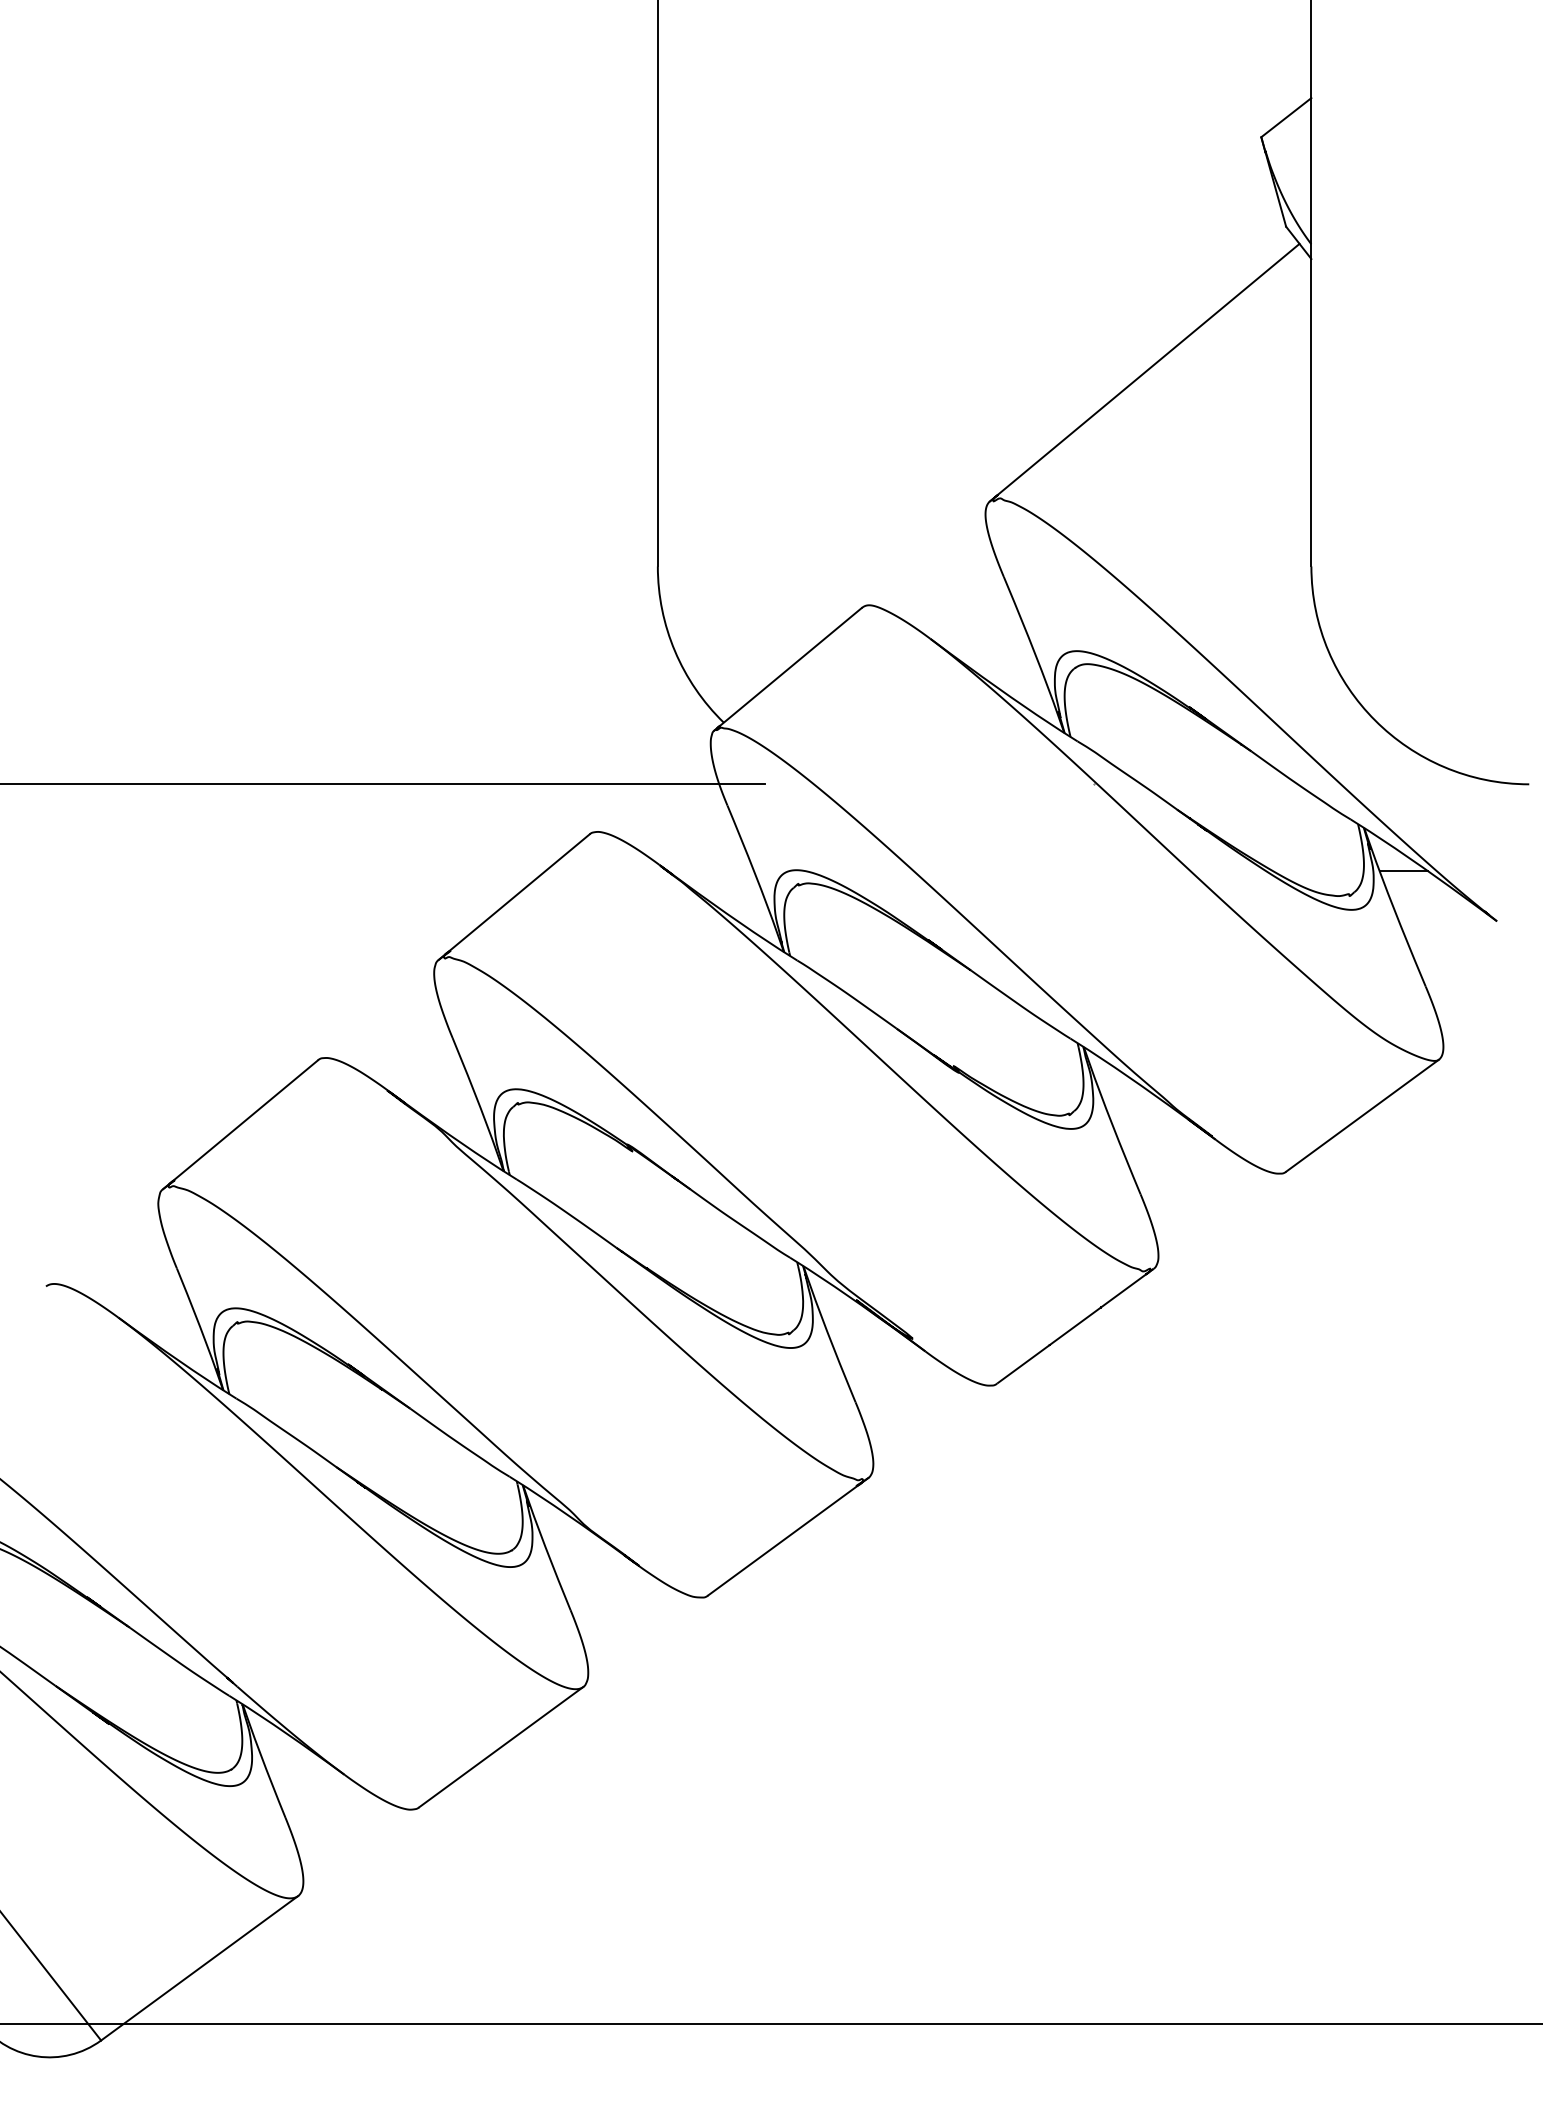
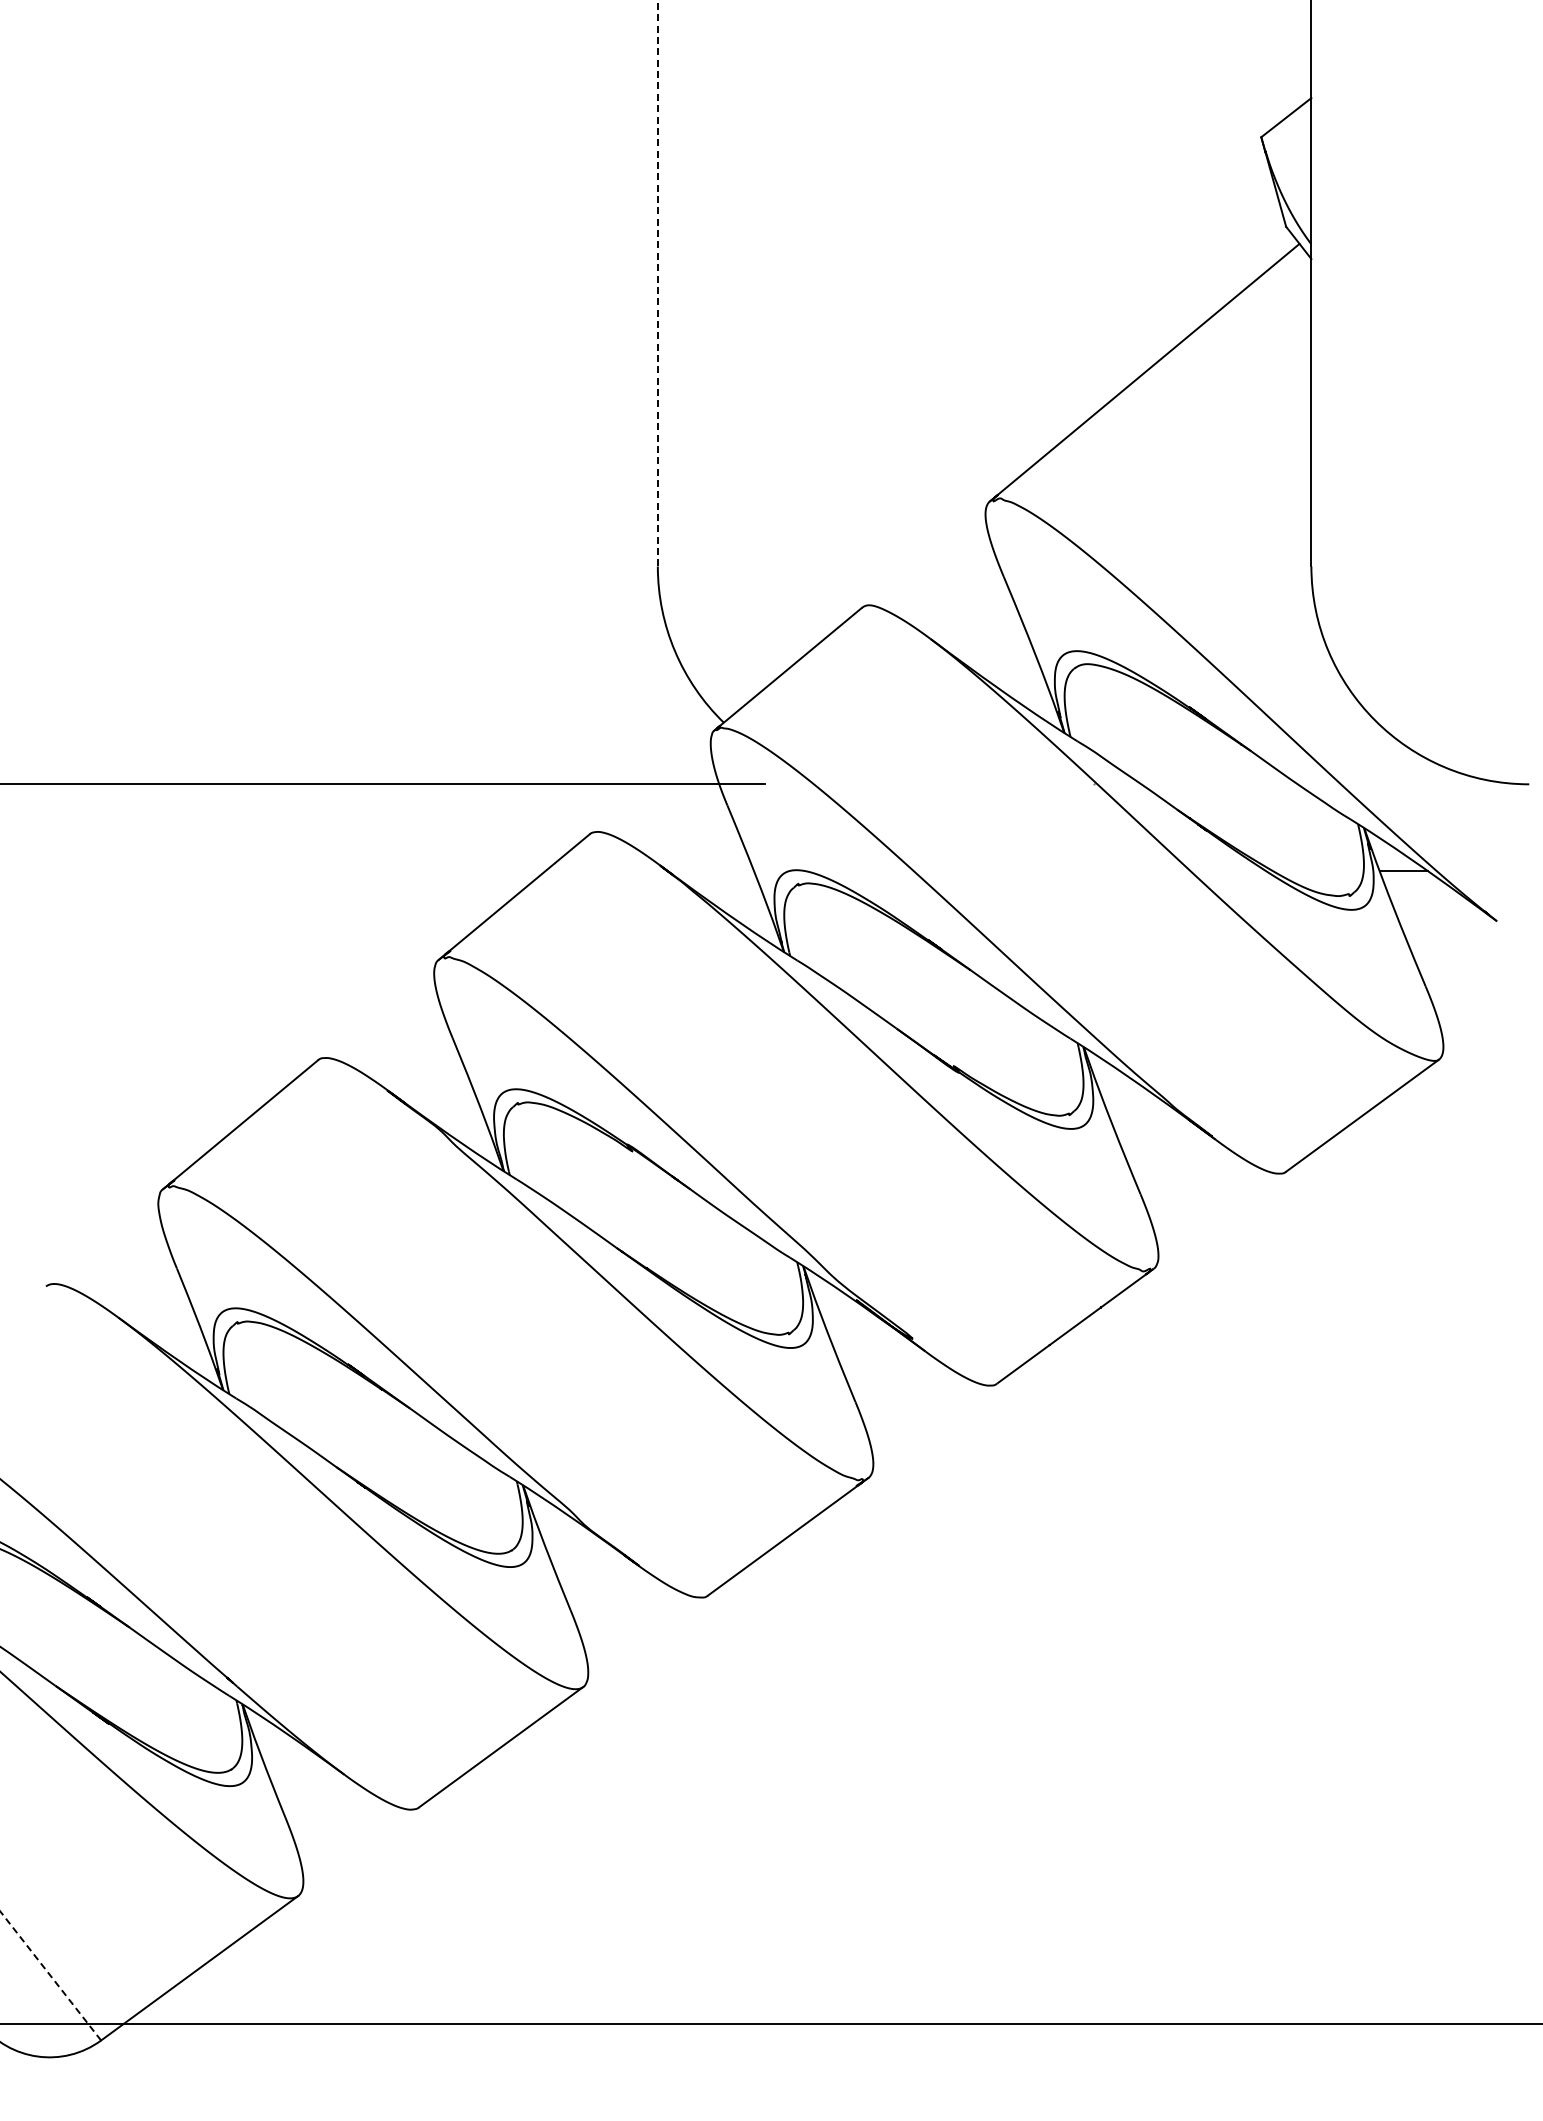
line at (657, 283): solid -> dashed
line at (50, 1975): solid -> dashed
